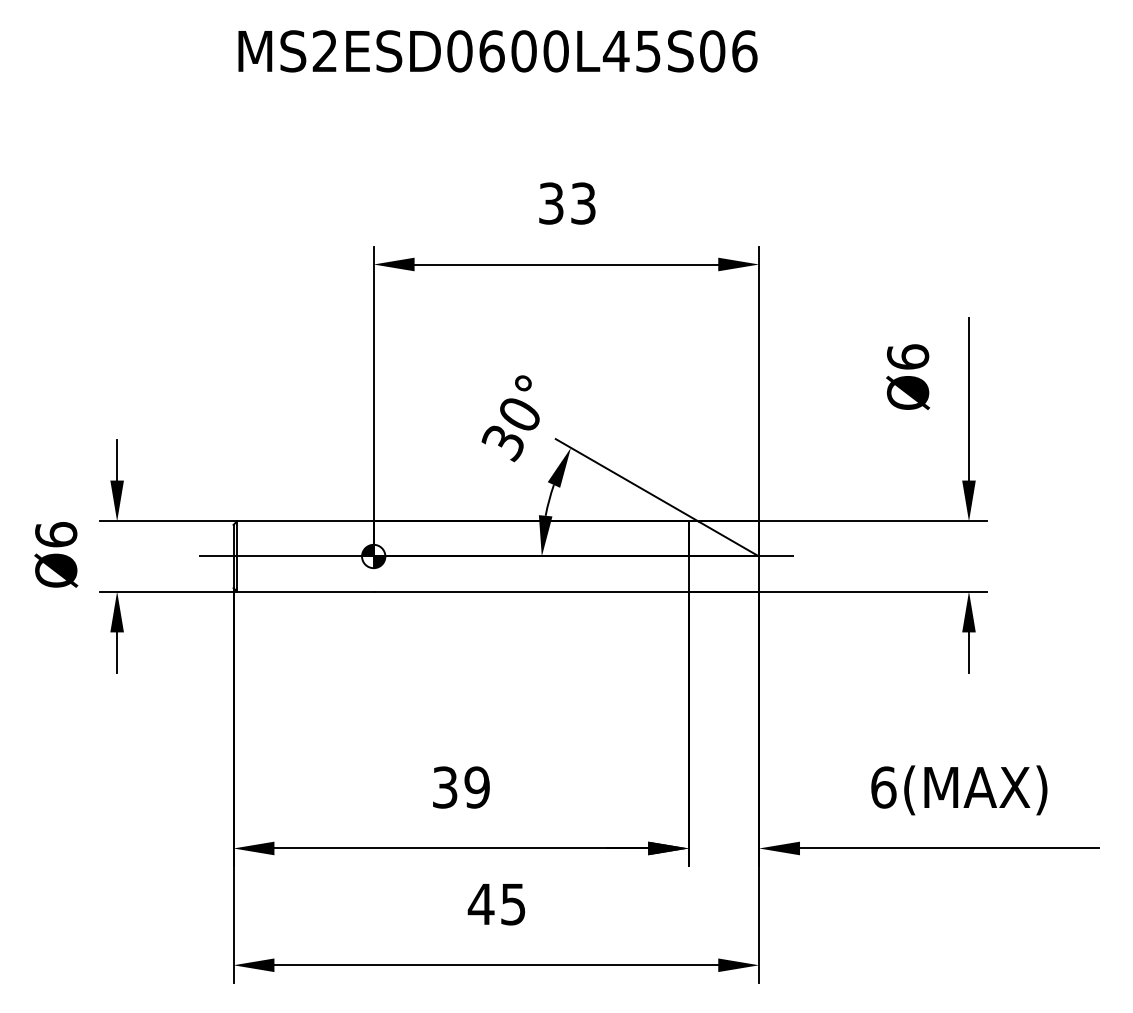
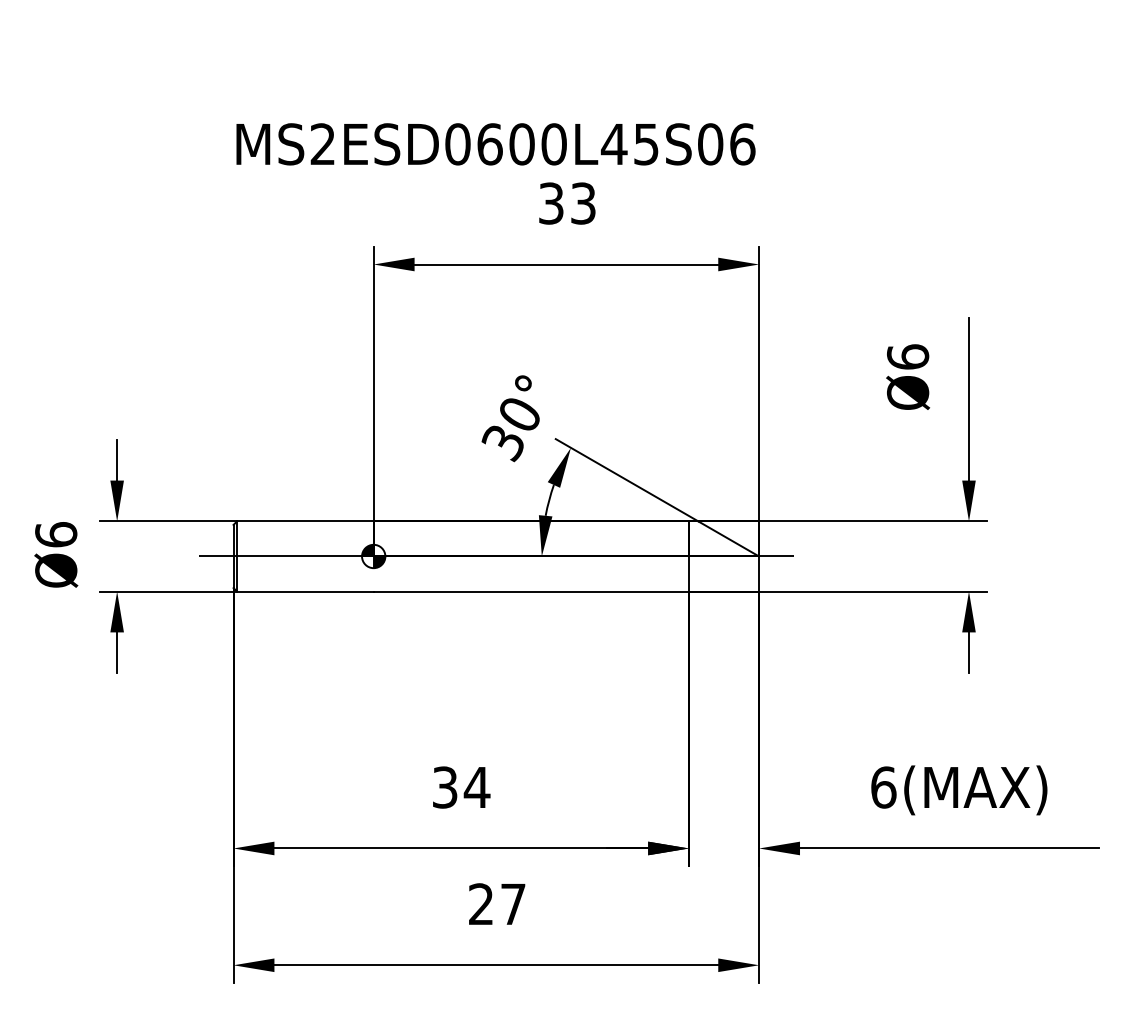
text at (497, 51) position: (497, 51) -> (495, 144)
text at (476, 787): 39 -> 34
text at (496, 904): 45 -> 27
